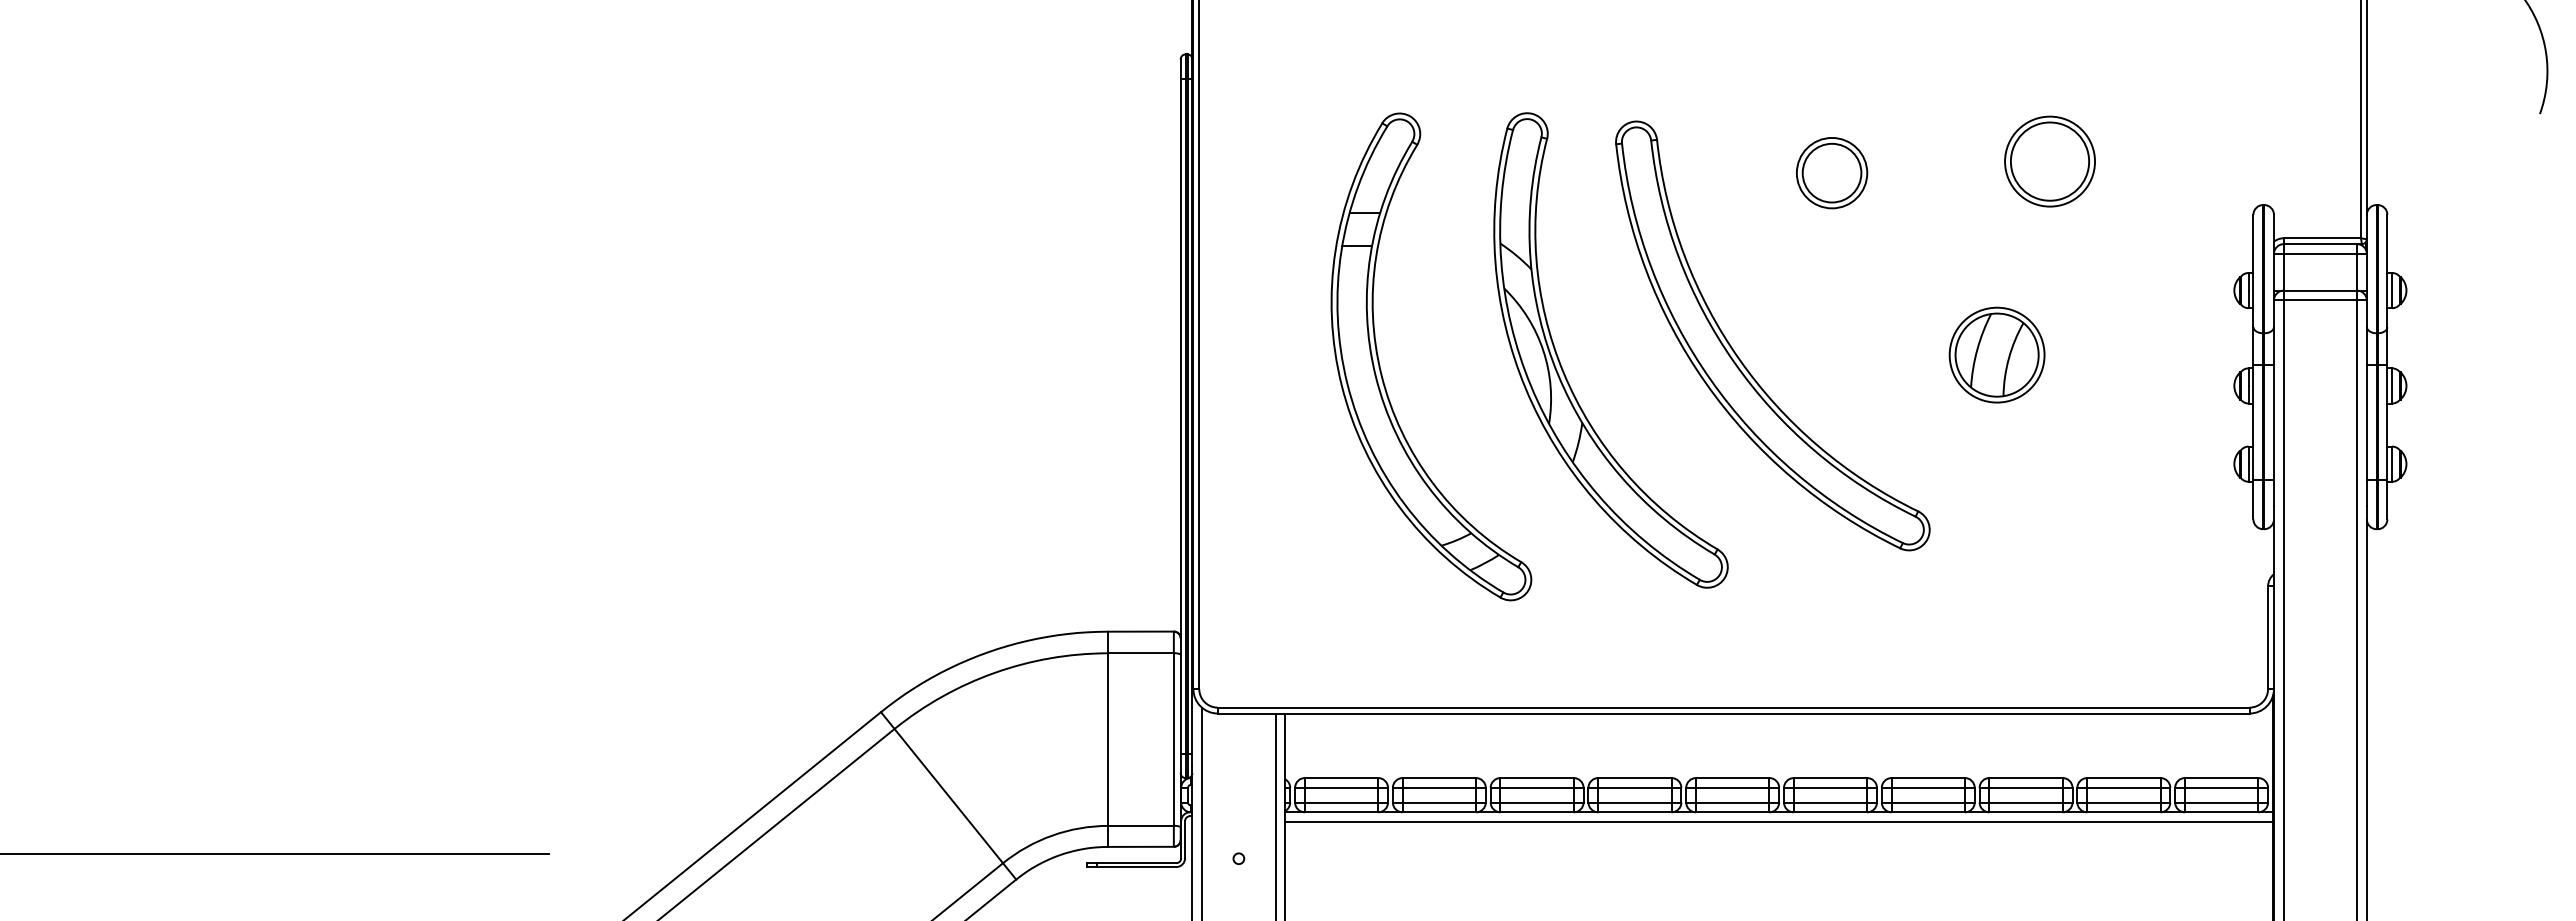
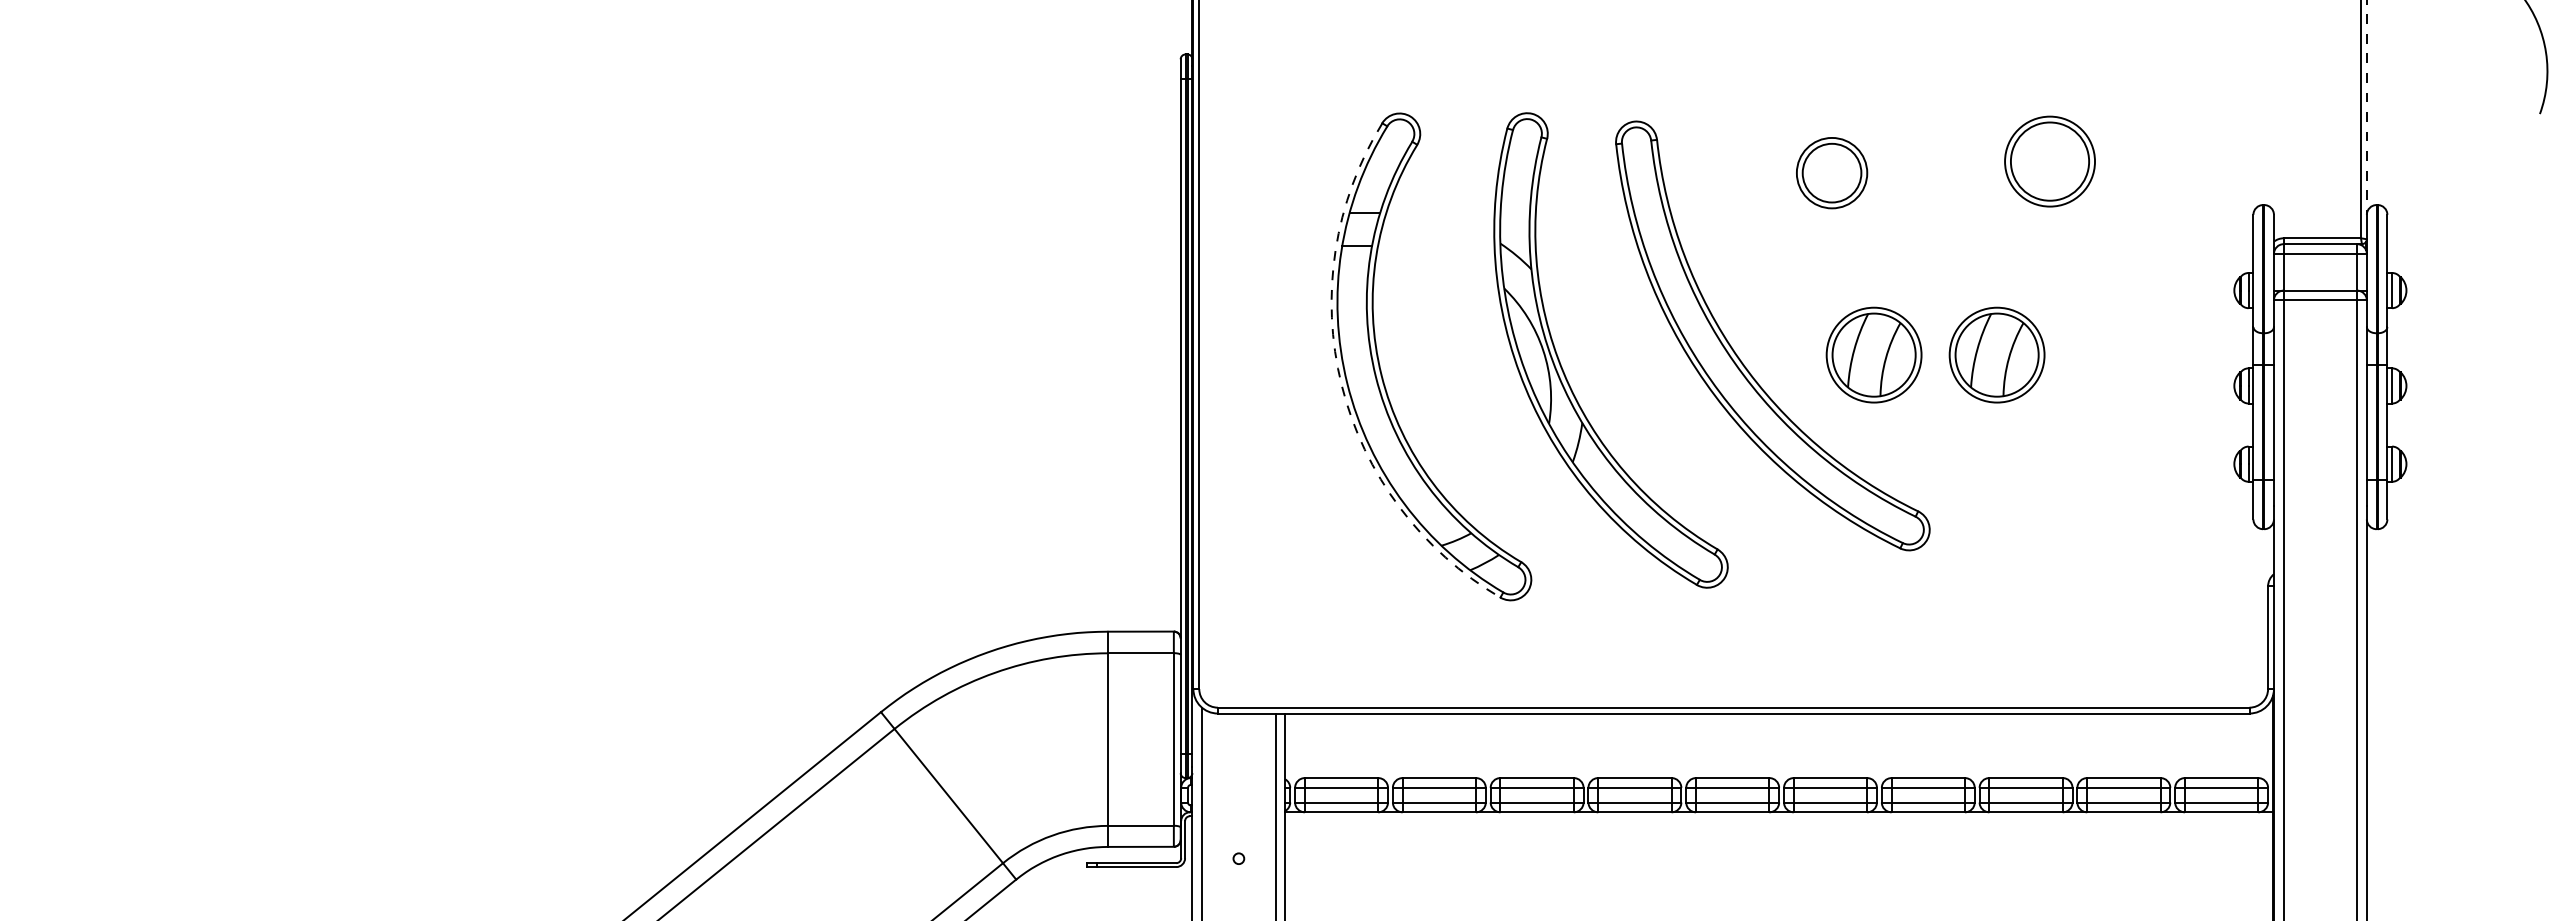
line at (2366, 108): solid -> dashed
part at (1873, 354): none -> present
arc at (1341, 385): solid -> dashed
line at (1778, 822): present -> none
line at (275, 854): present -> none
